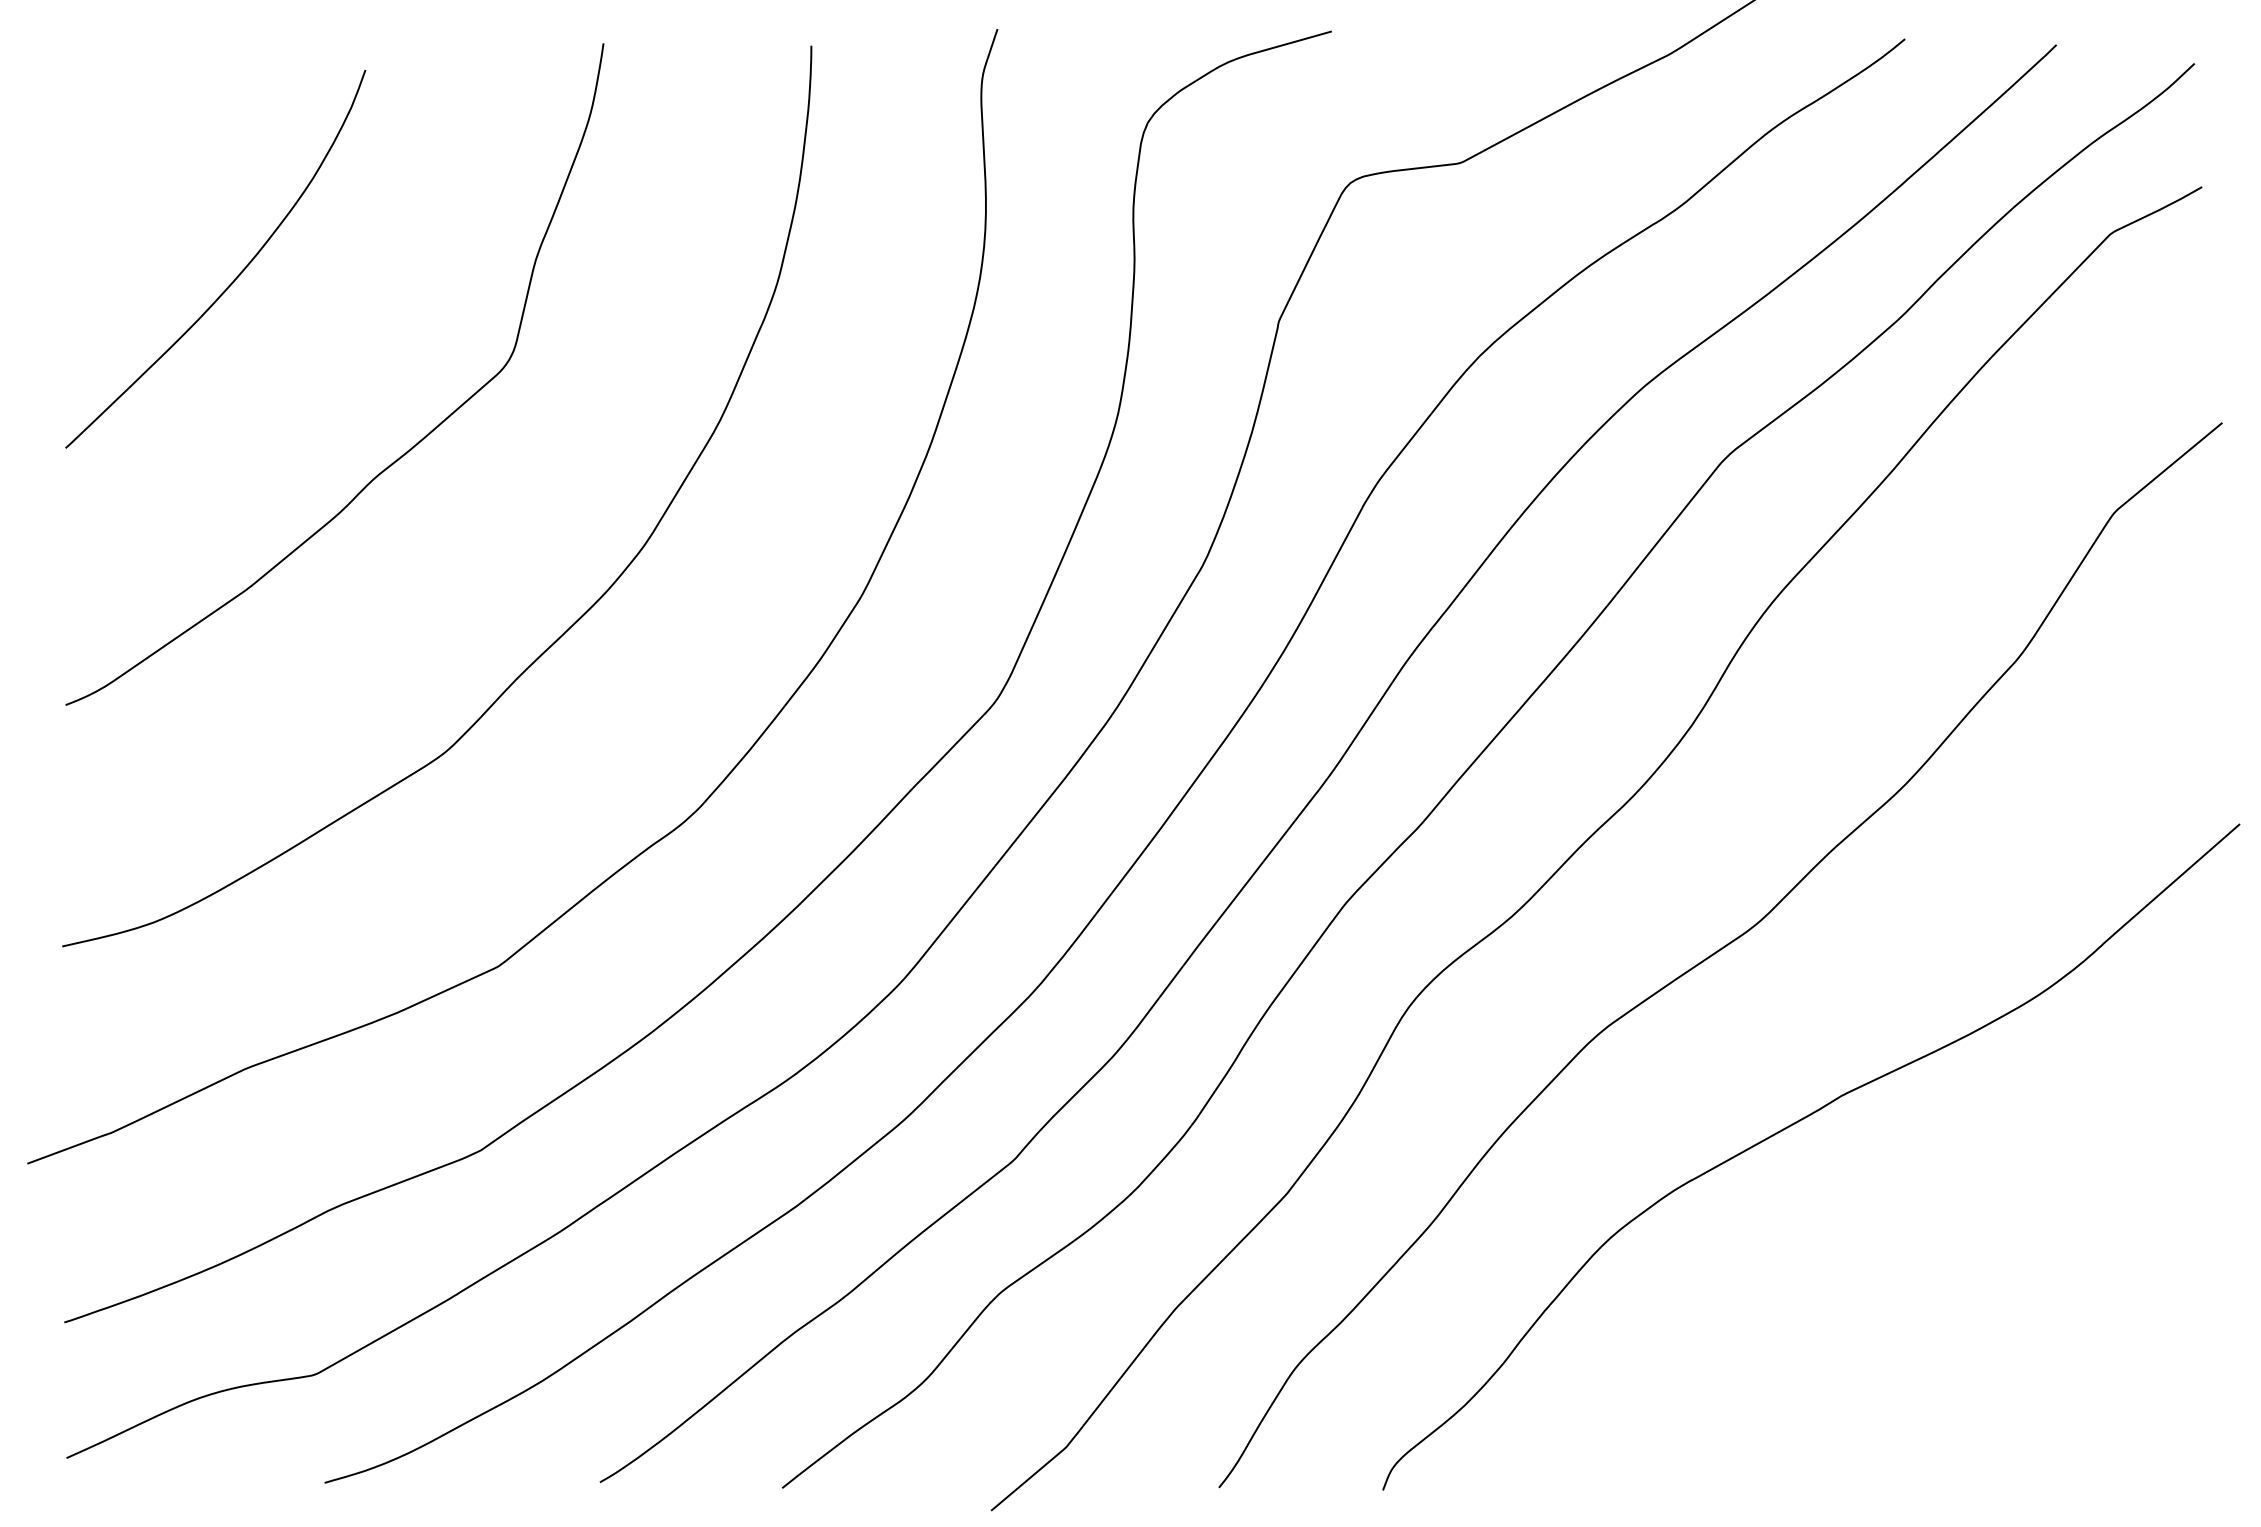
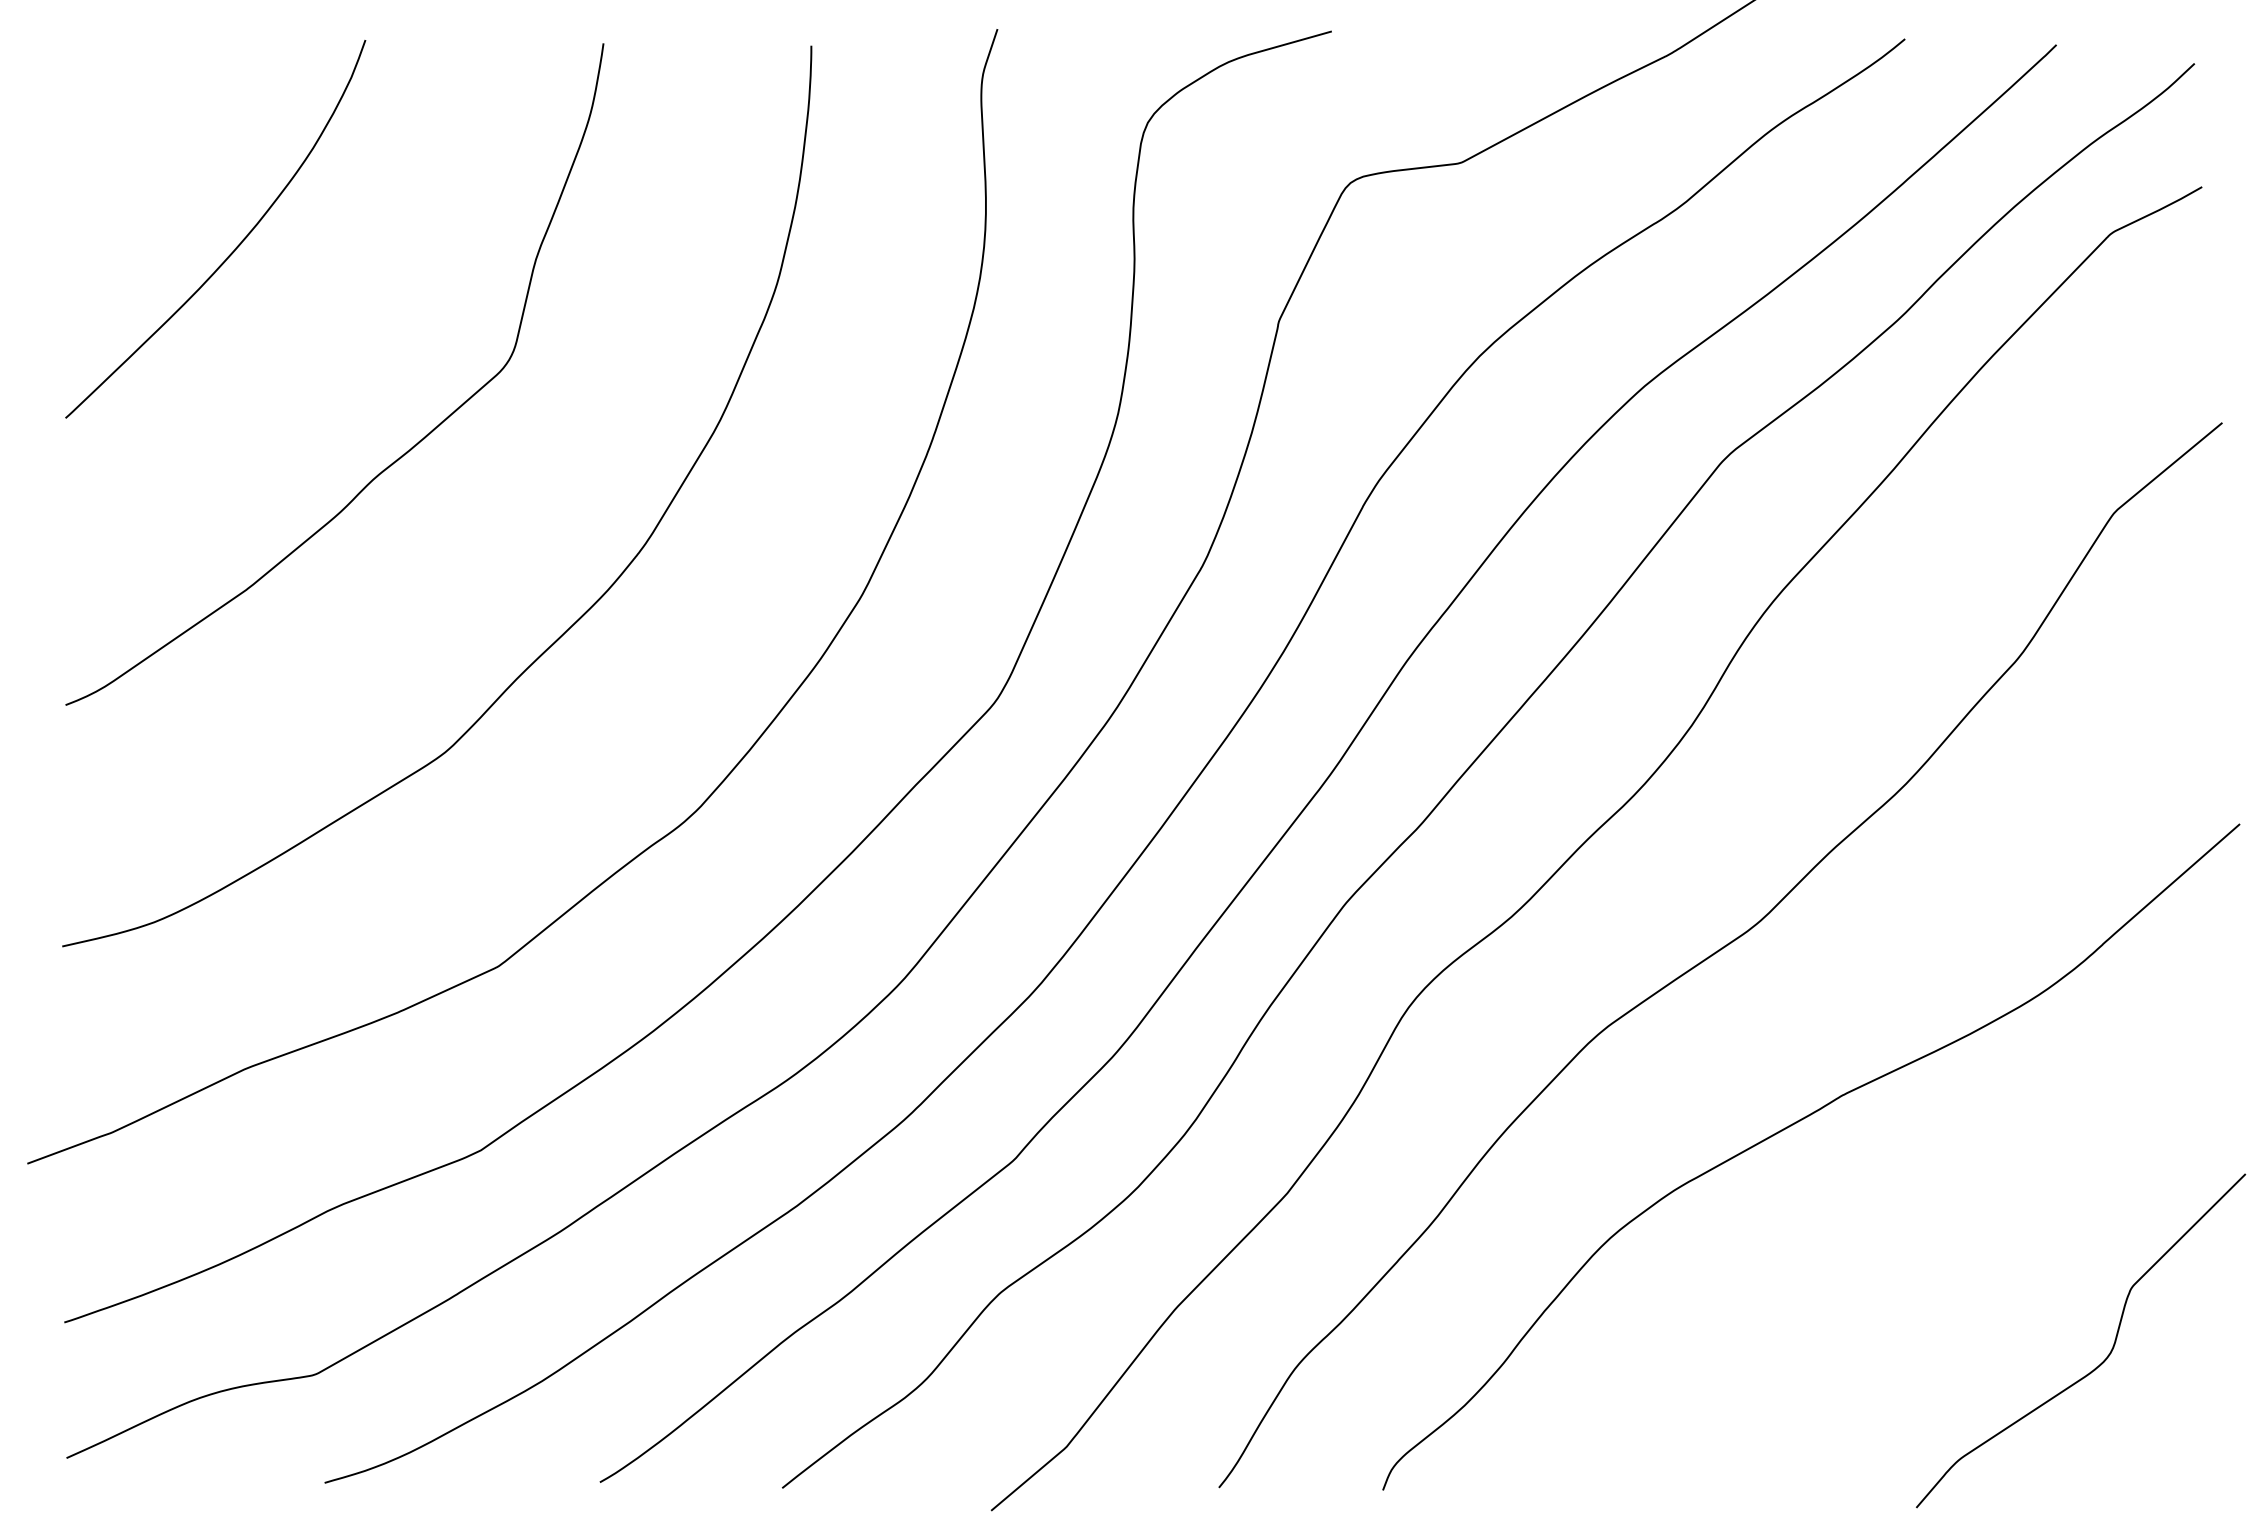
curve at (235, 277) position: (235, 277) -> (235, 247)
curve at (2102, 1361): none -> present
